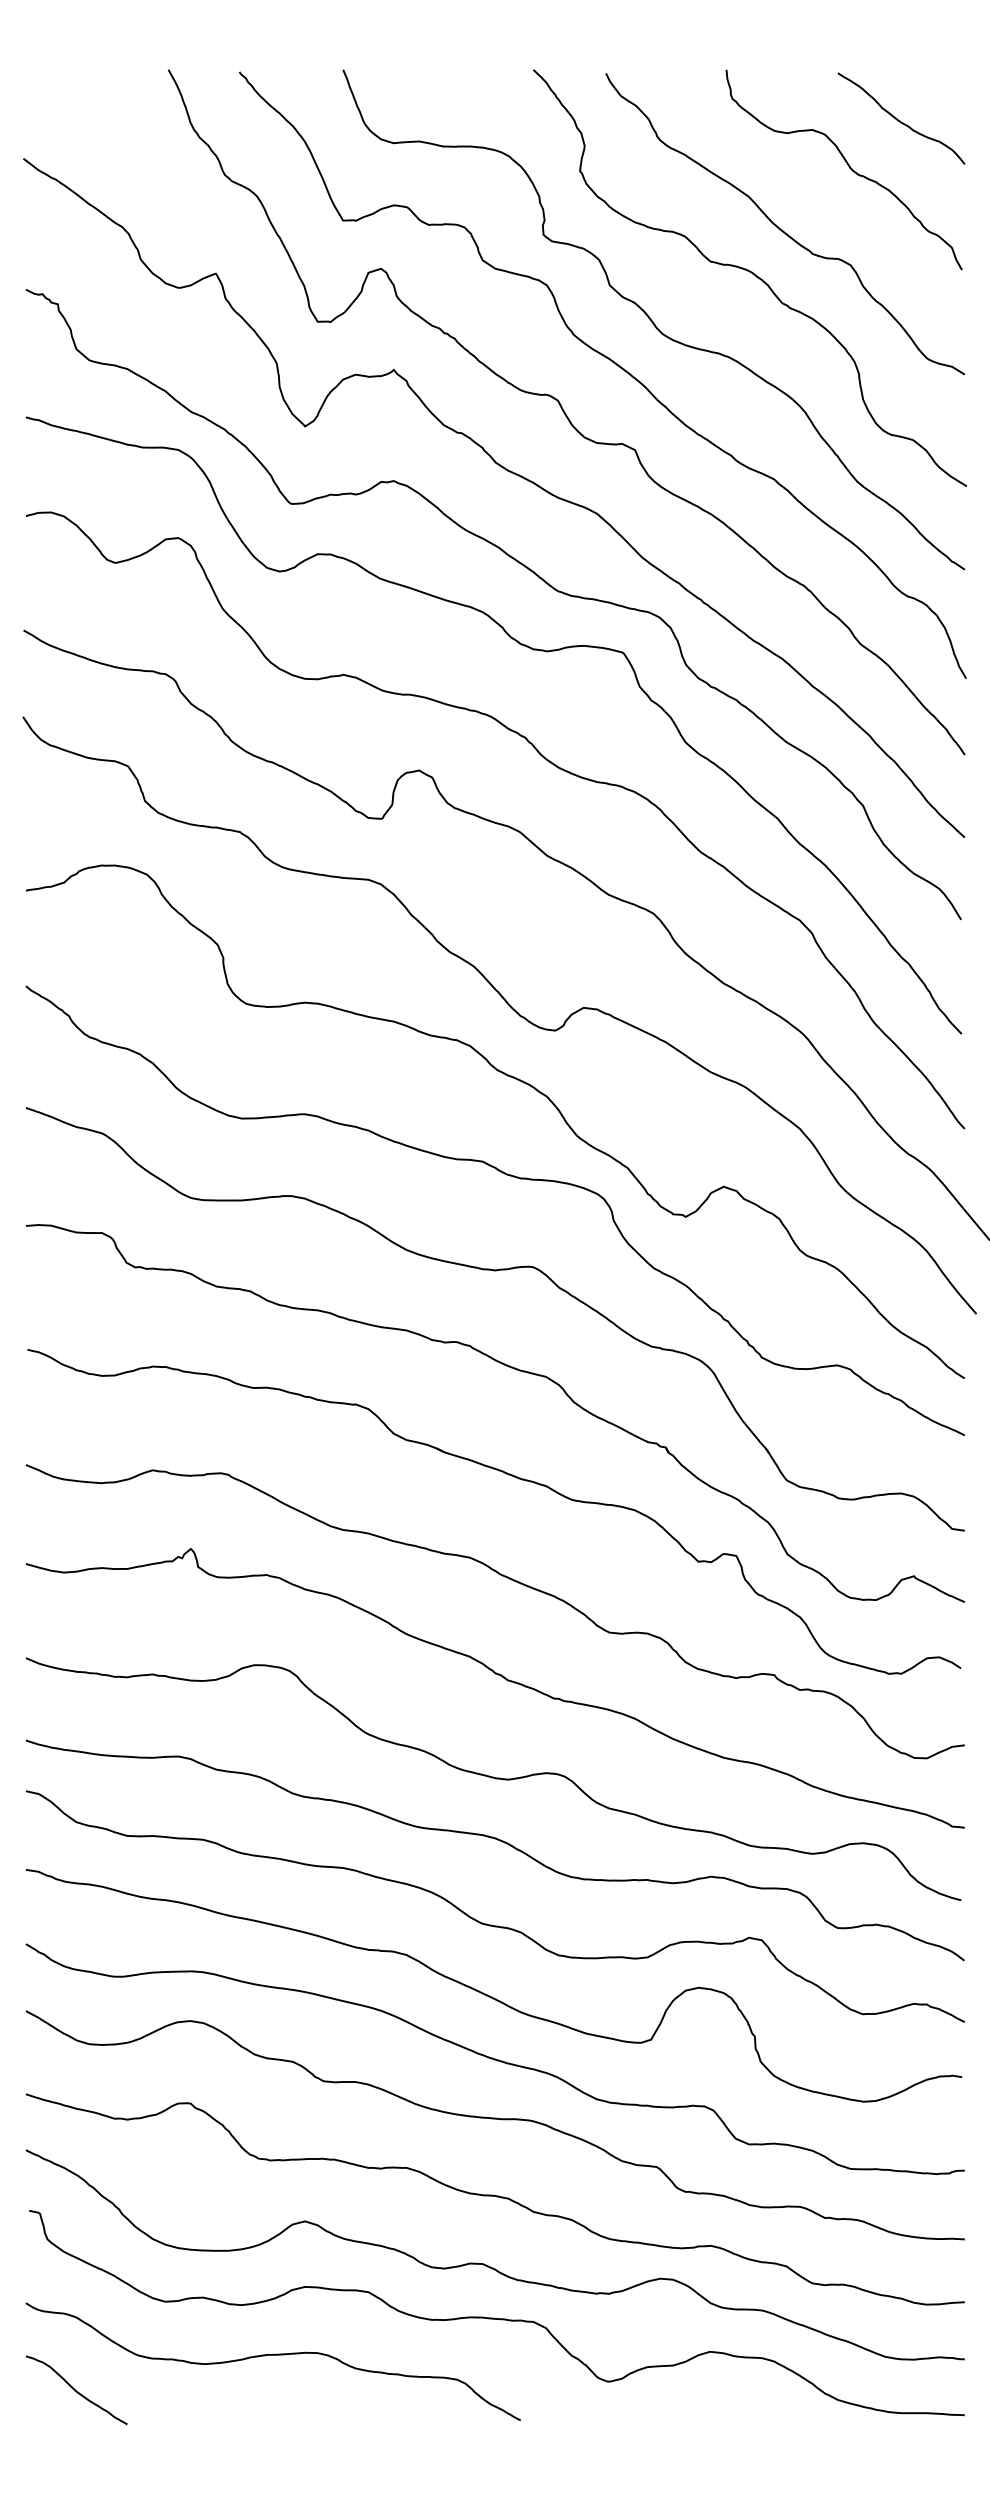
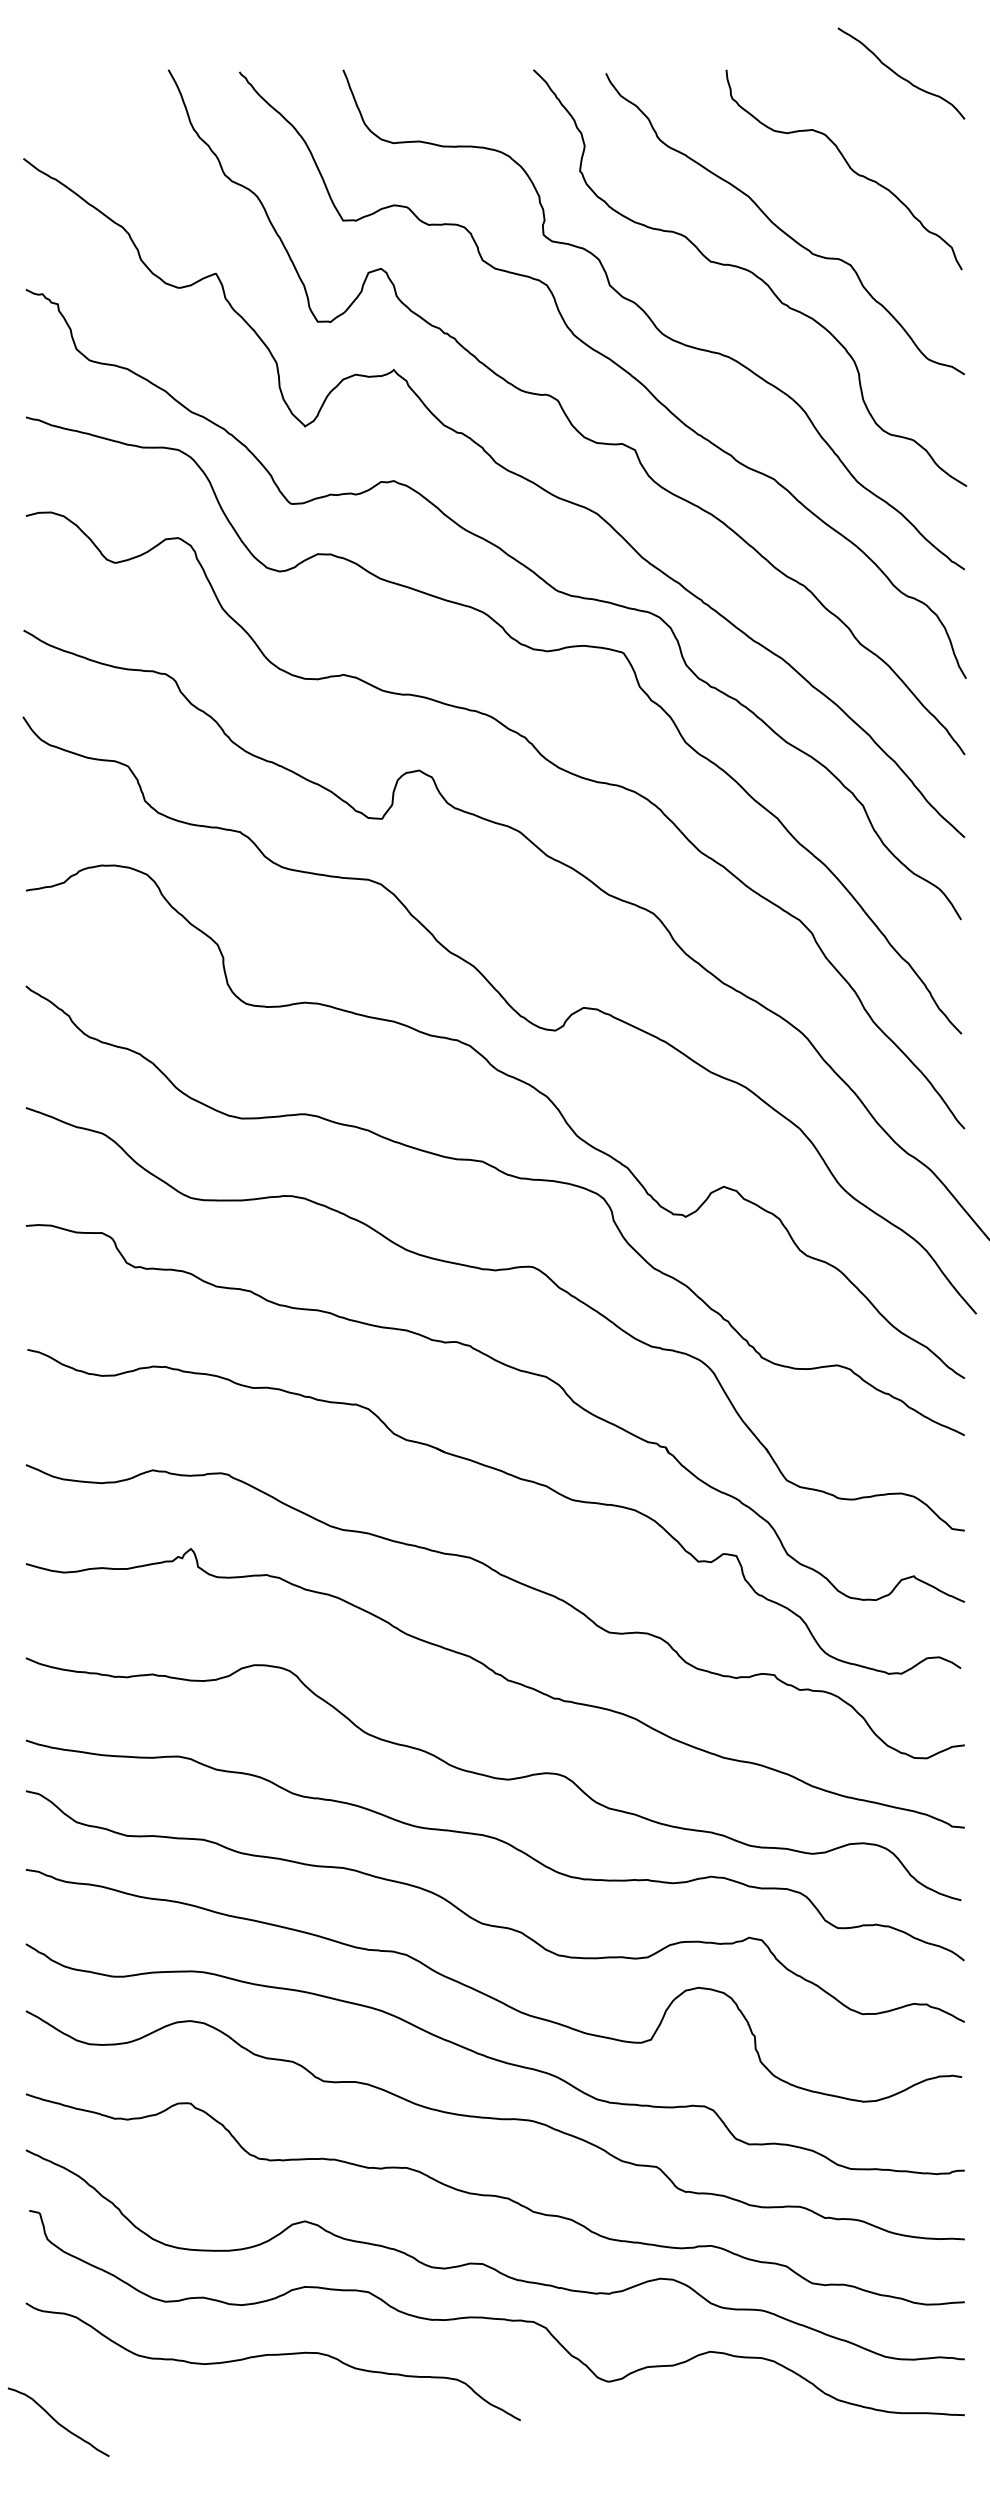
curve at (900, 120) position: (900, 120) -> (900, 75)
curve at (75, 2389) position: (75, 2389) -> (57, 2421)
